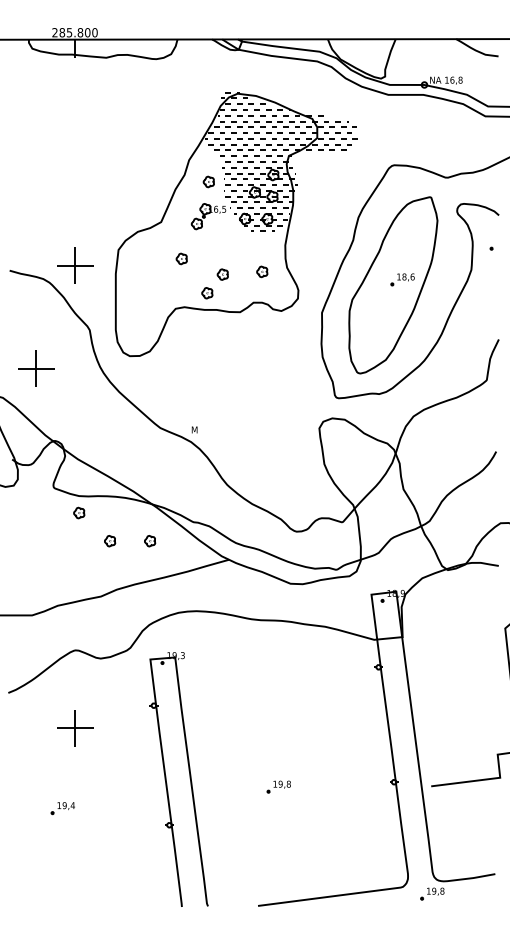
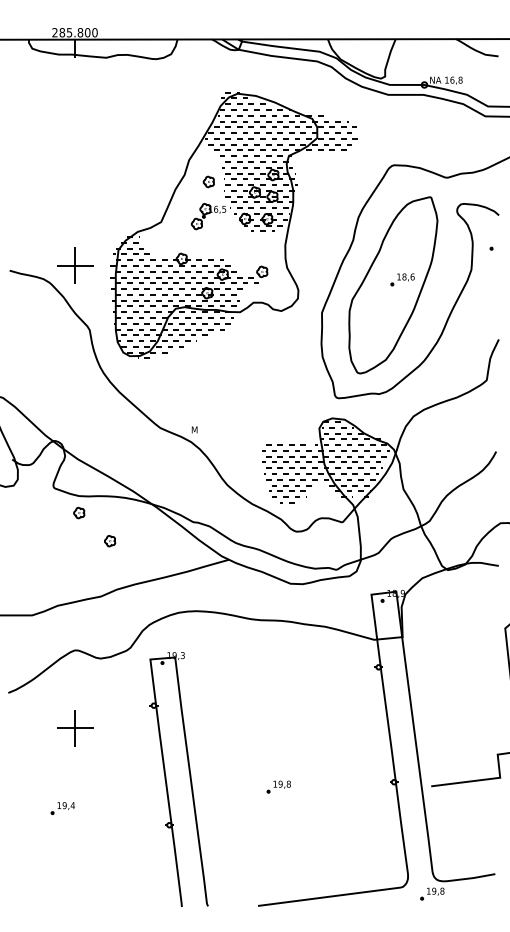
hatch at (184, 297): none -> present
part at (36, 368): present -> none
hatch at (326, 462): none -> present
part at (150, 541): present -> none
